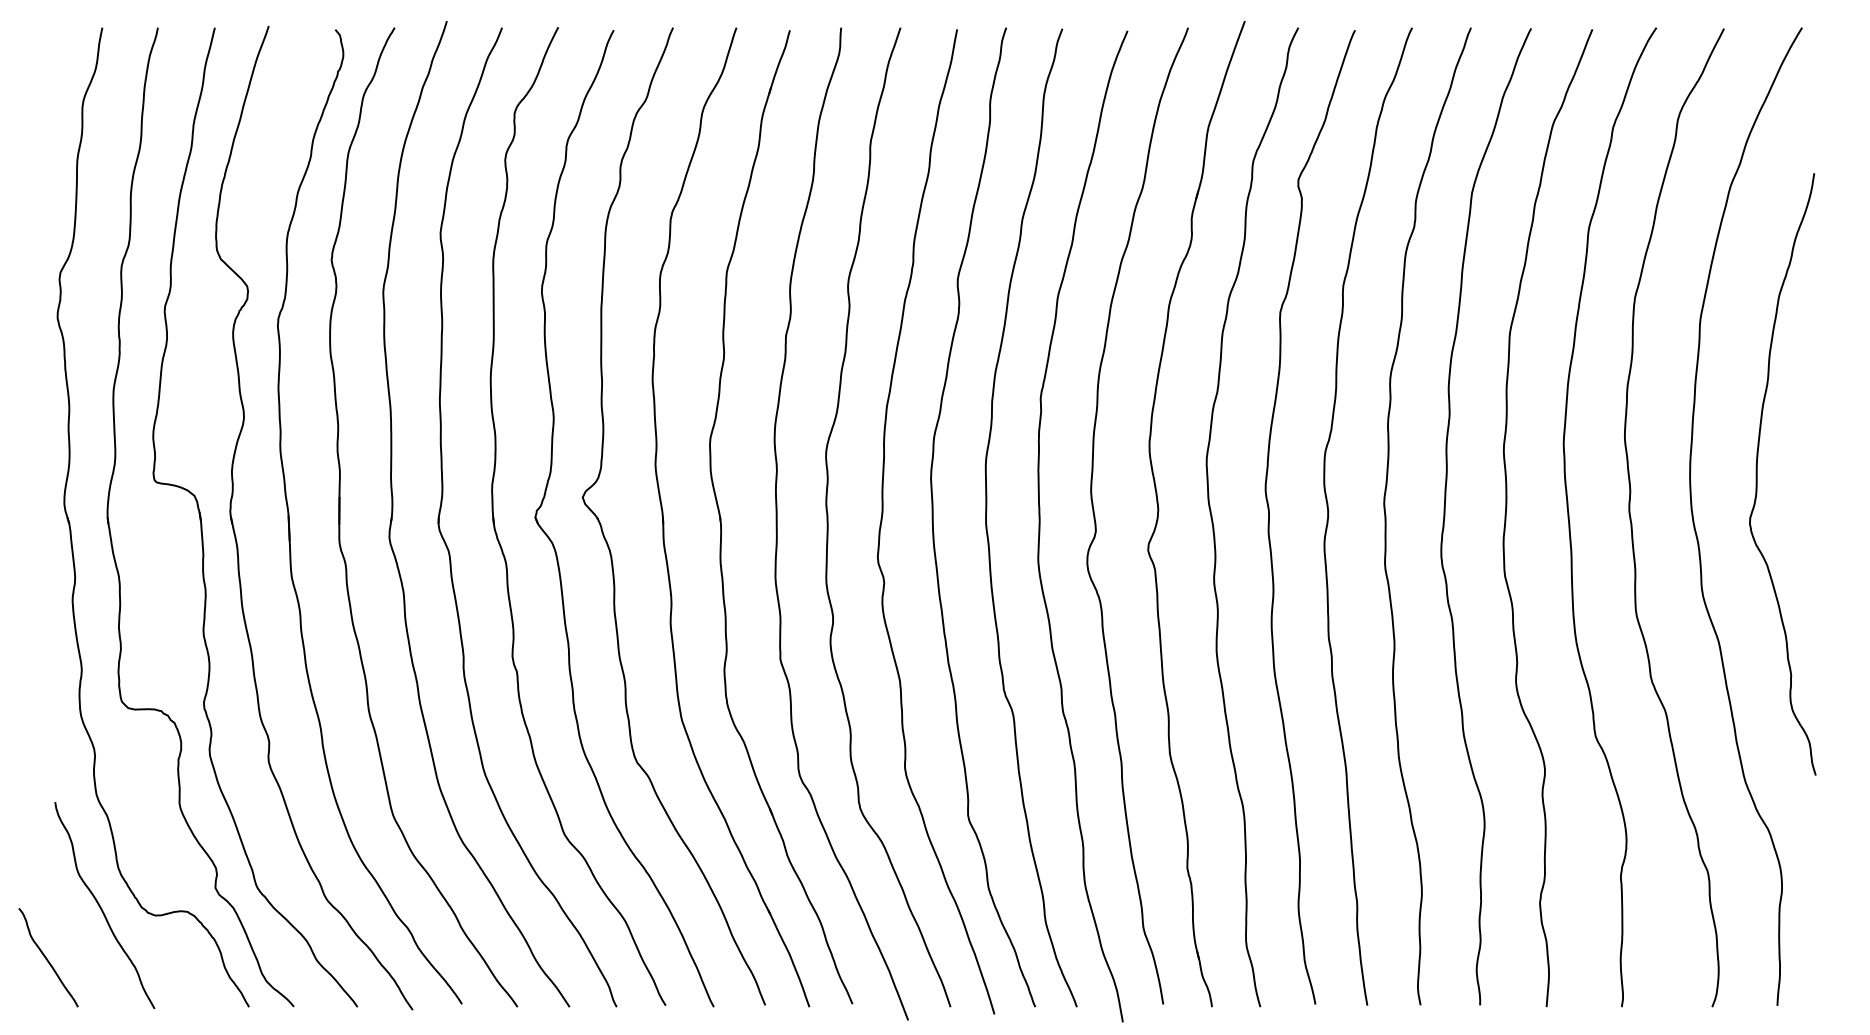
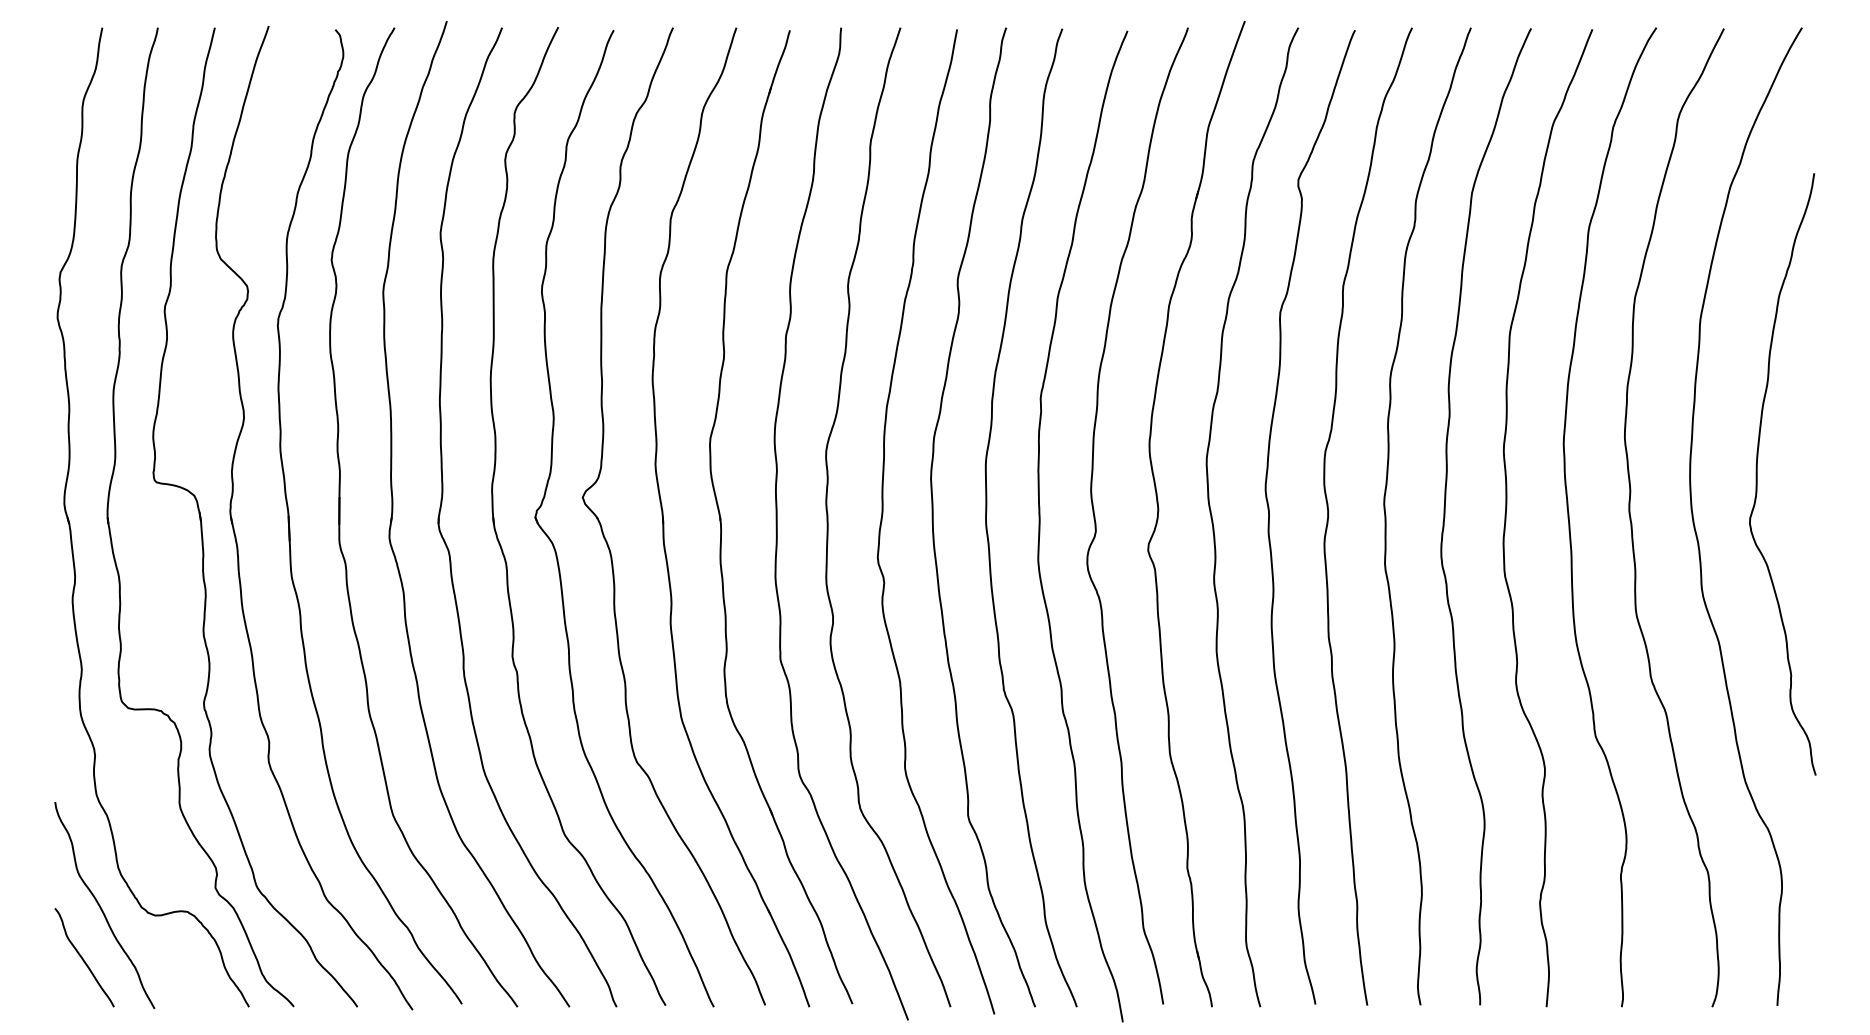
curve at (47, 958) position: (47, 958) -> (83, 958)
